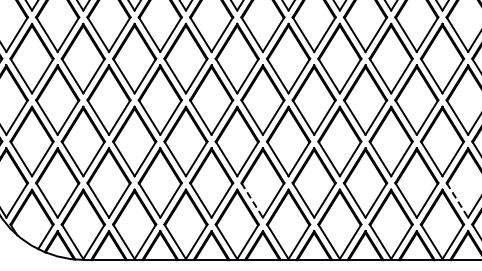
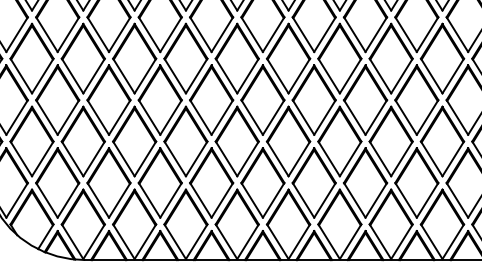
line at (252, 200): dashed -> solid
line at (457, 200): dashed -> solid
